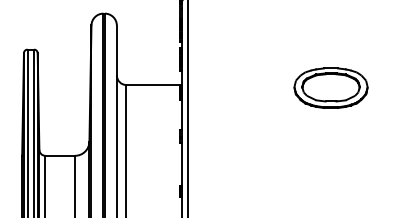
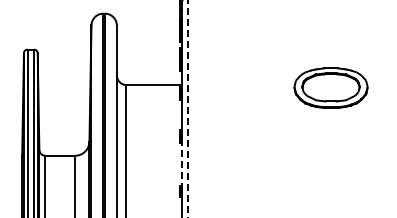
line at (187, 108): solid -> dashed
line at (181, 162): solid -> dashed
